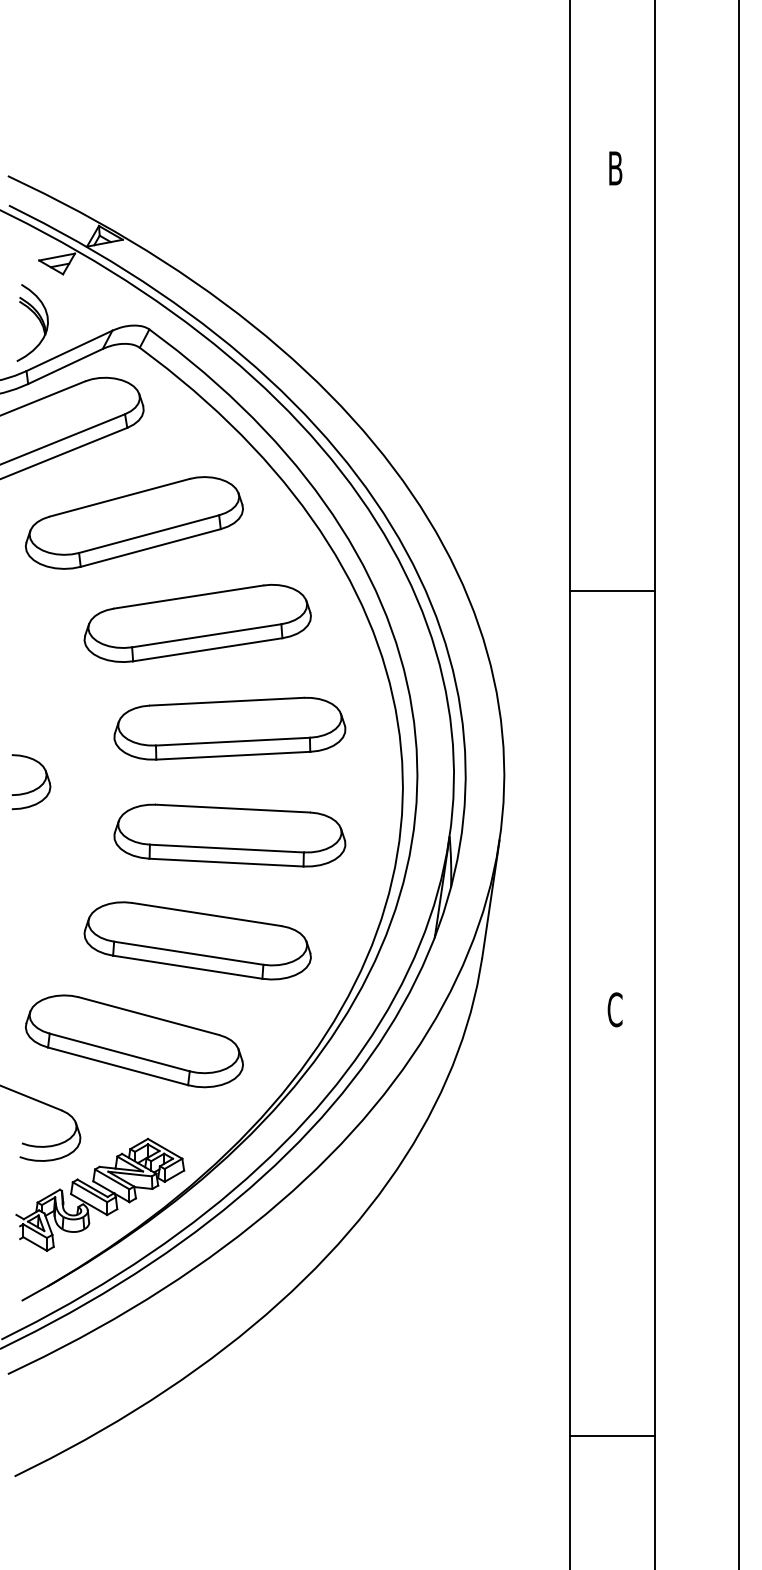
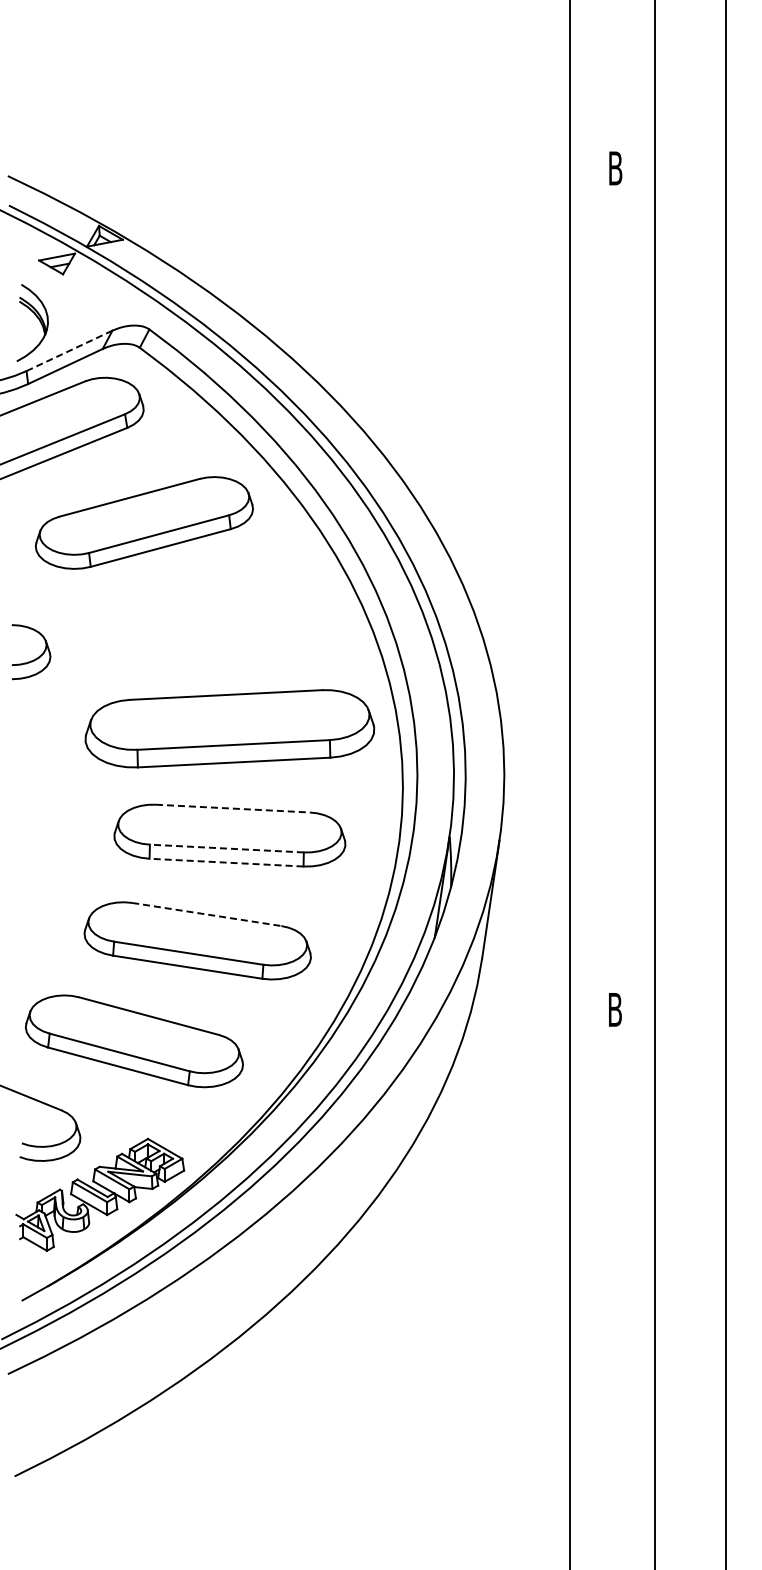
line at (69, 351): solid -> dashed
part at (133, 522) position: (133, 522) -> (143, 522)
line at (612, 591): present -> none
part at (197, 622): present -> none
part at (229, 728) size: 234x65 px -> 292x80 px
line at (739, 784) position: (739, 784) -> (726, 784)
part at (35, 788) position: (35, 788) -> (35, 658)
line at (233, 808): solid -> dashed
line at (226, 848): solid -> dashed
line at (226, 862): solid -> dashed
line at (206, 914): solid -> dashed
text at (614, 1009): C -> B
line at (612, 1436): present -> none
